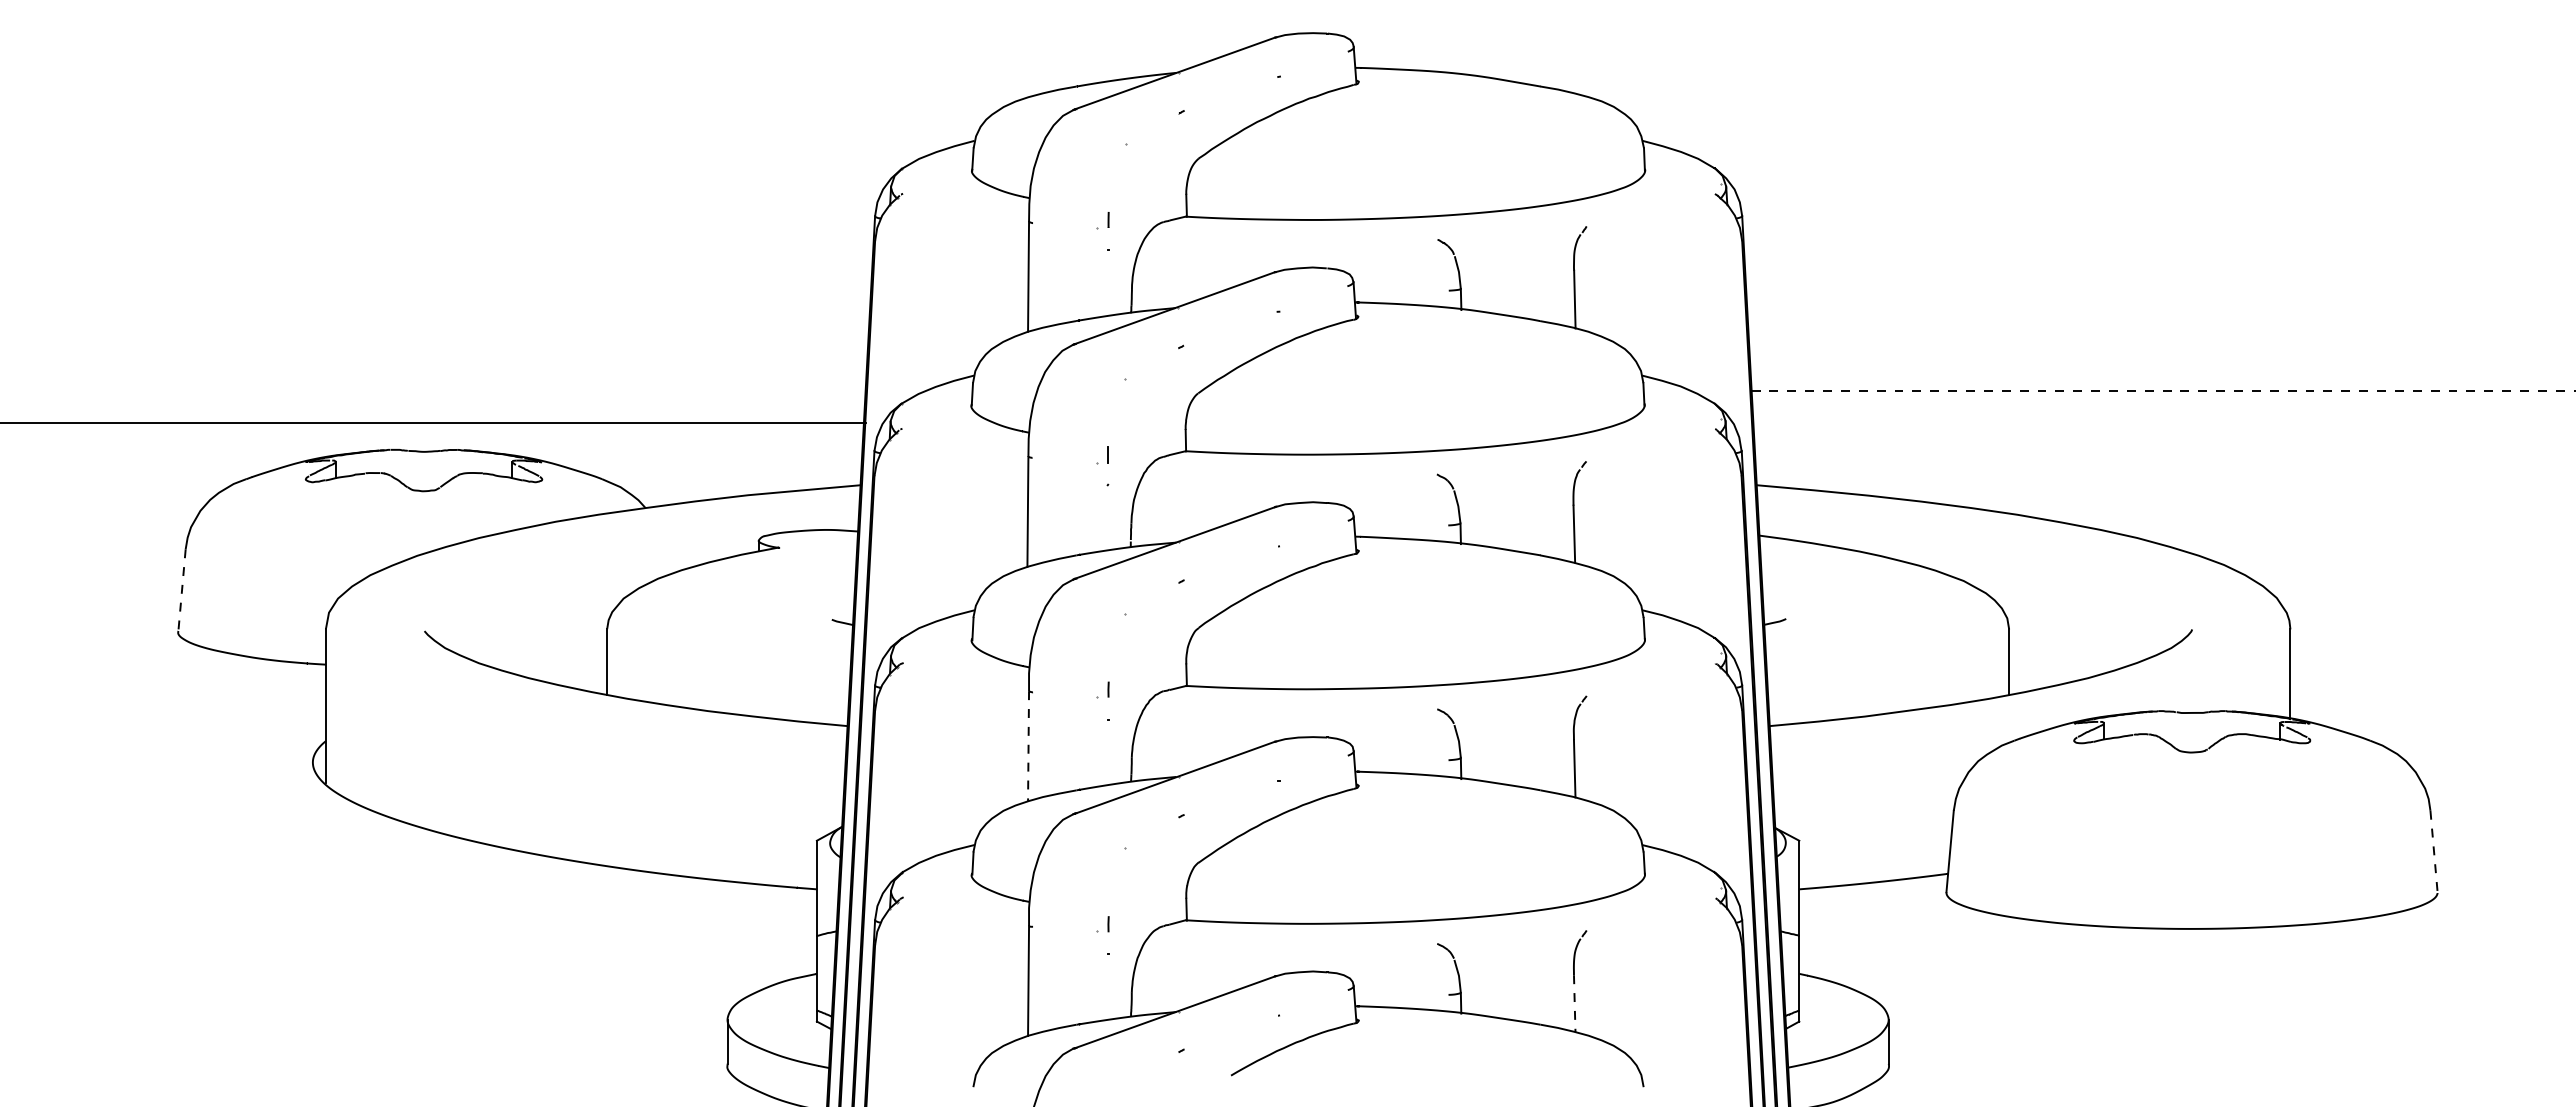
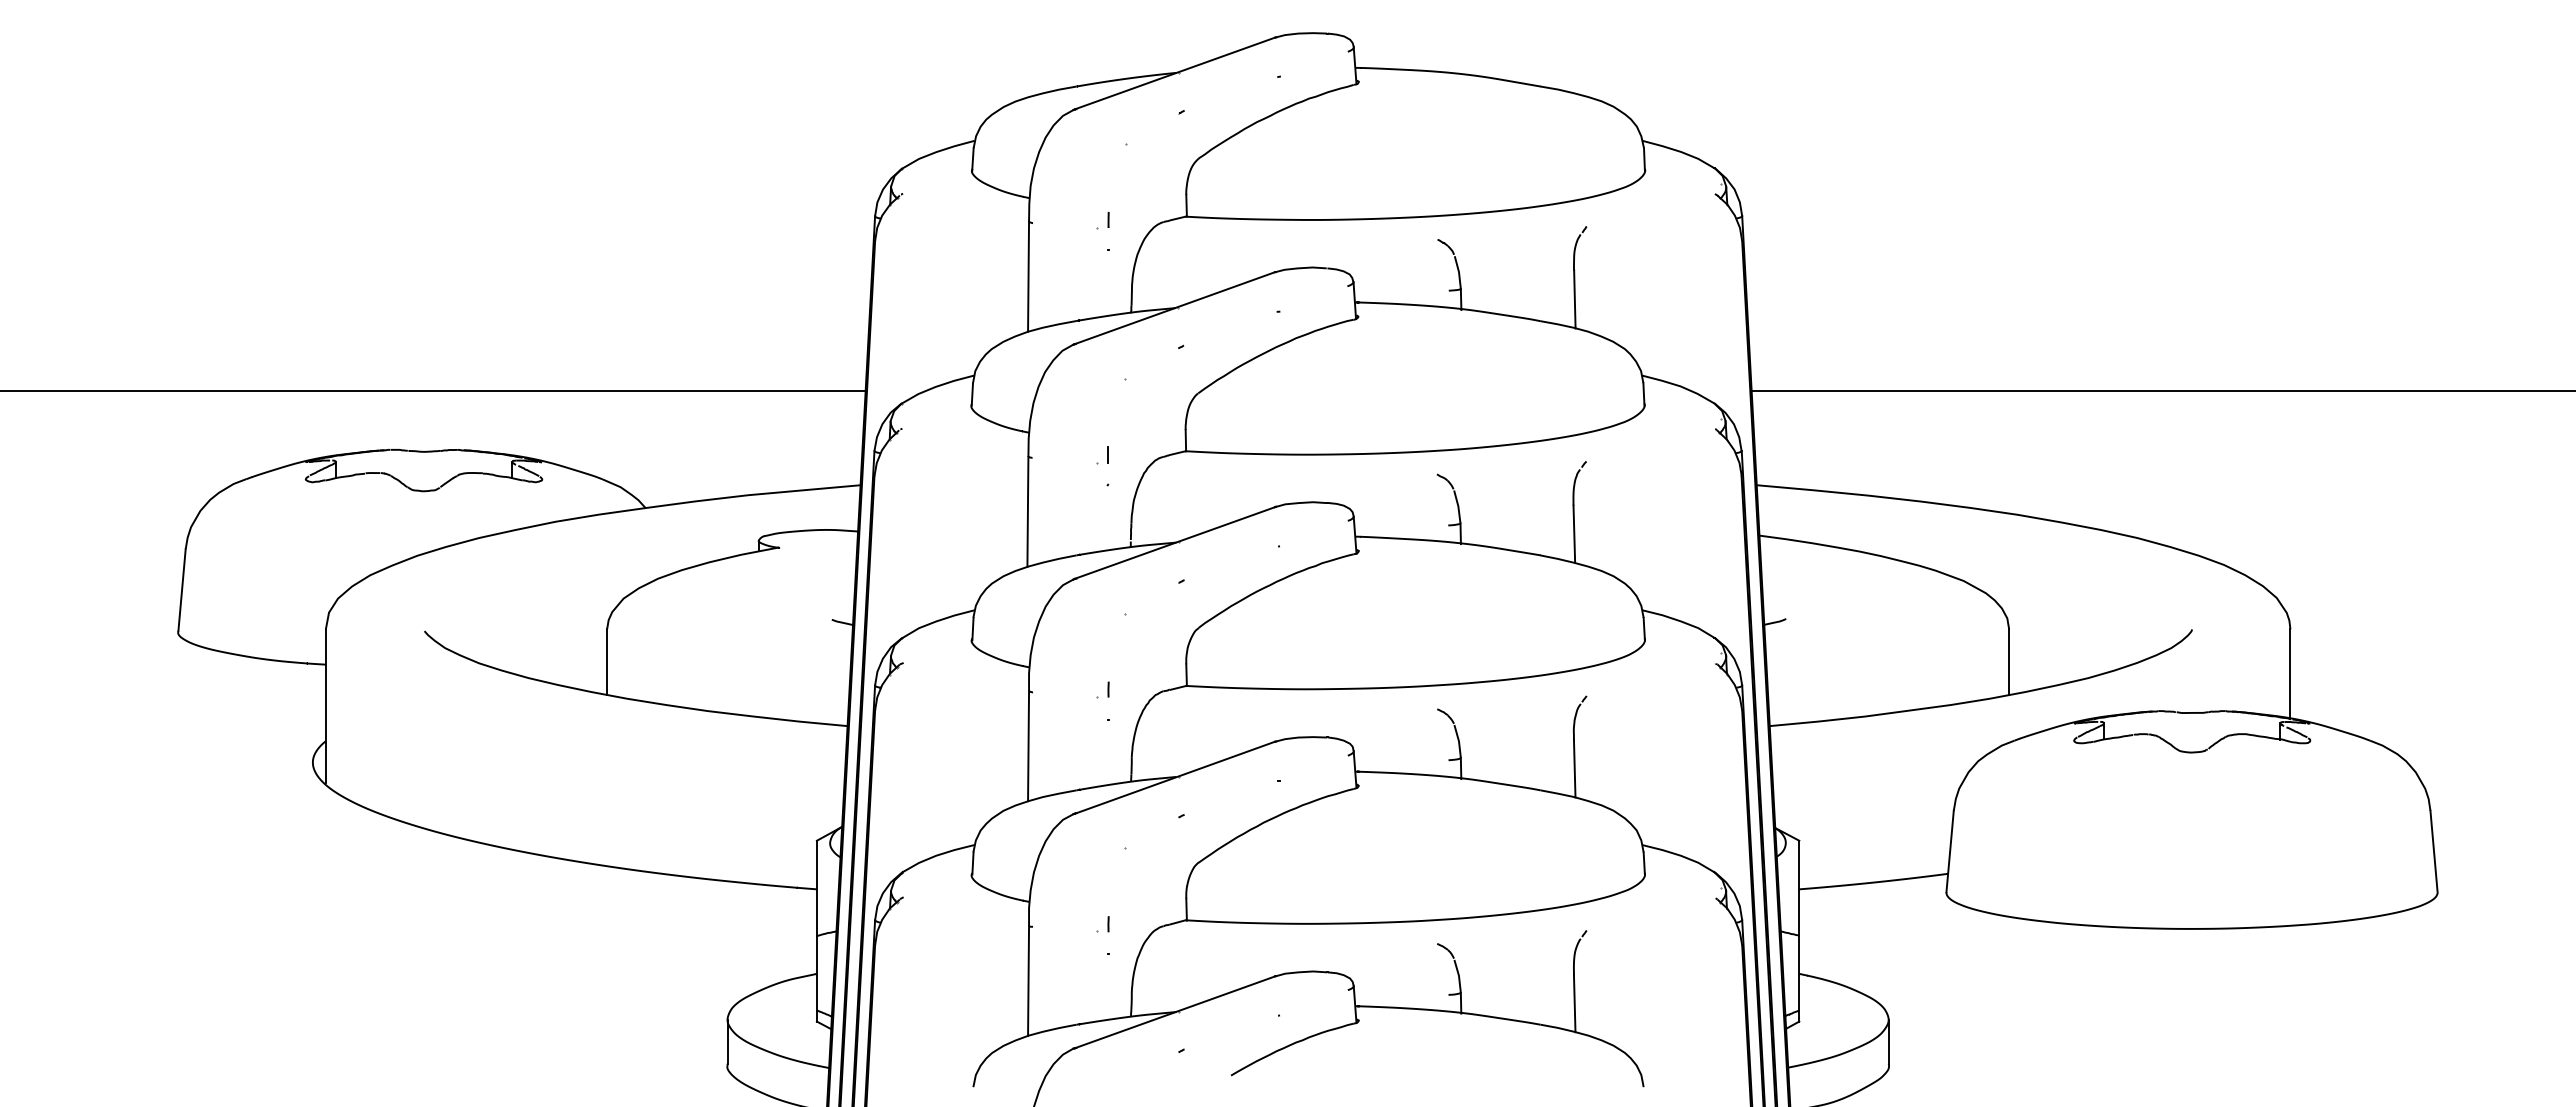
line at (2163, 390): dashed -> solid
line at (433, 422) position: (433, 422) -> (433, 390)
line at (182, 590): dashed -> solid
line at (1028, 746): dashed -> solid
line at (2434, 851): dashed -> solid
line at (1574, 1003): dashed -> solid
